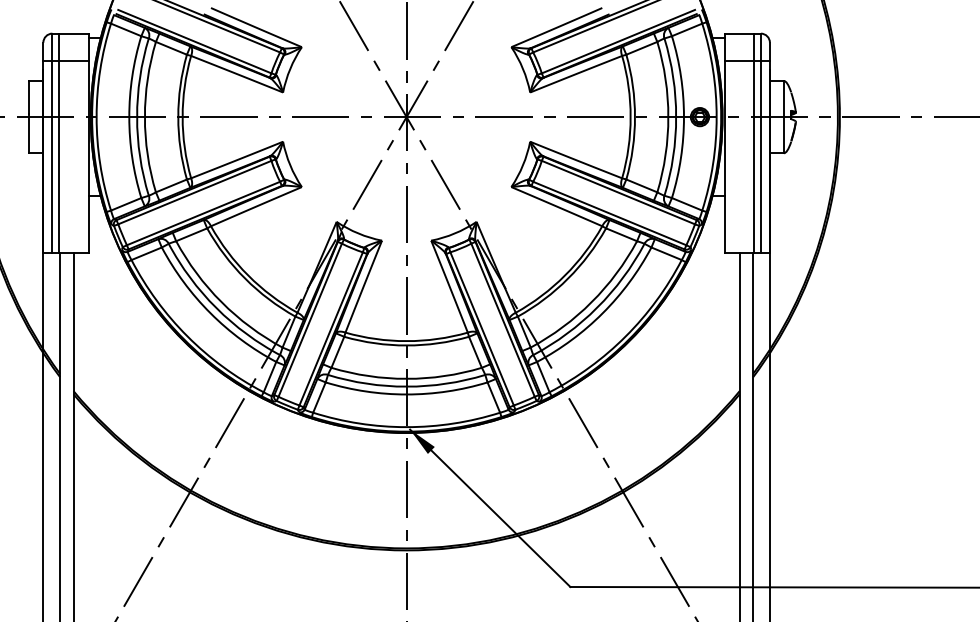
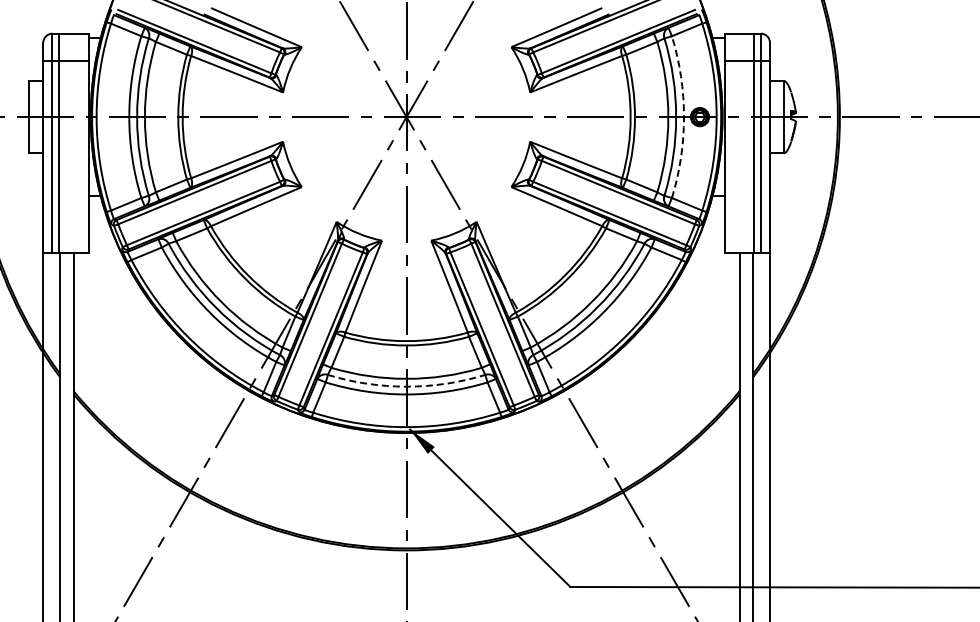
arc at (684, 117): solid -> dashed
arc at (406, 386): solid -> dashed
